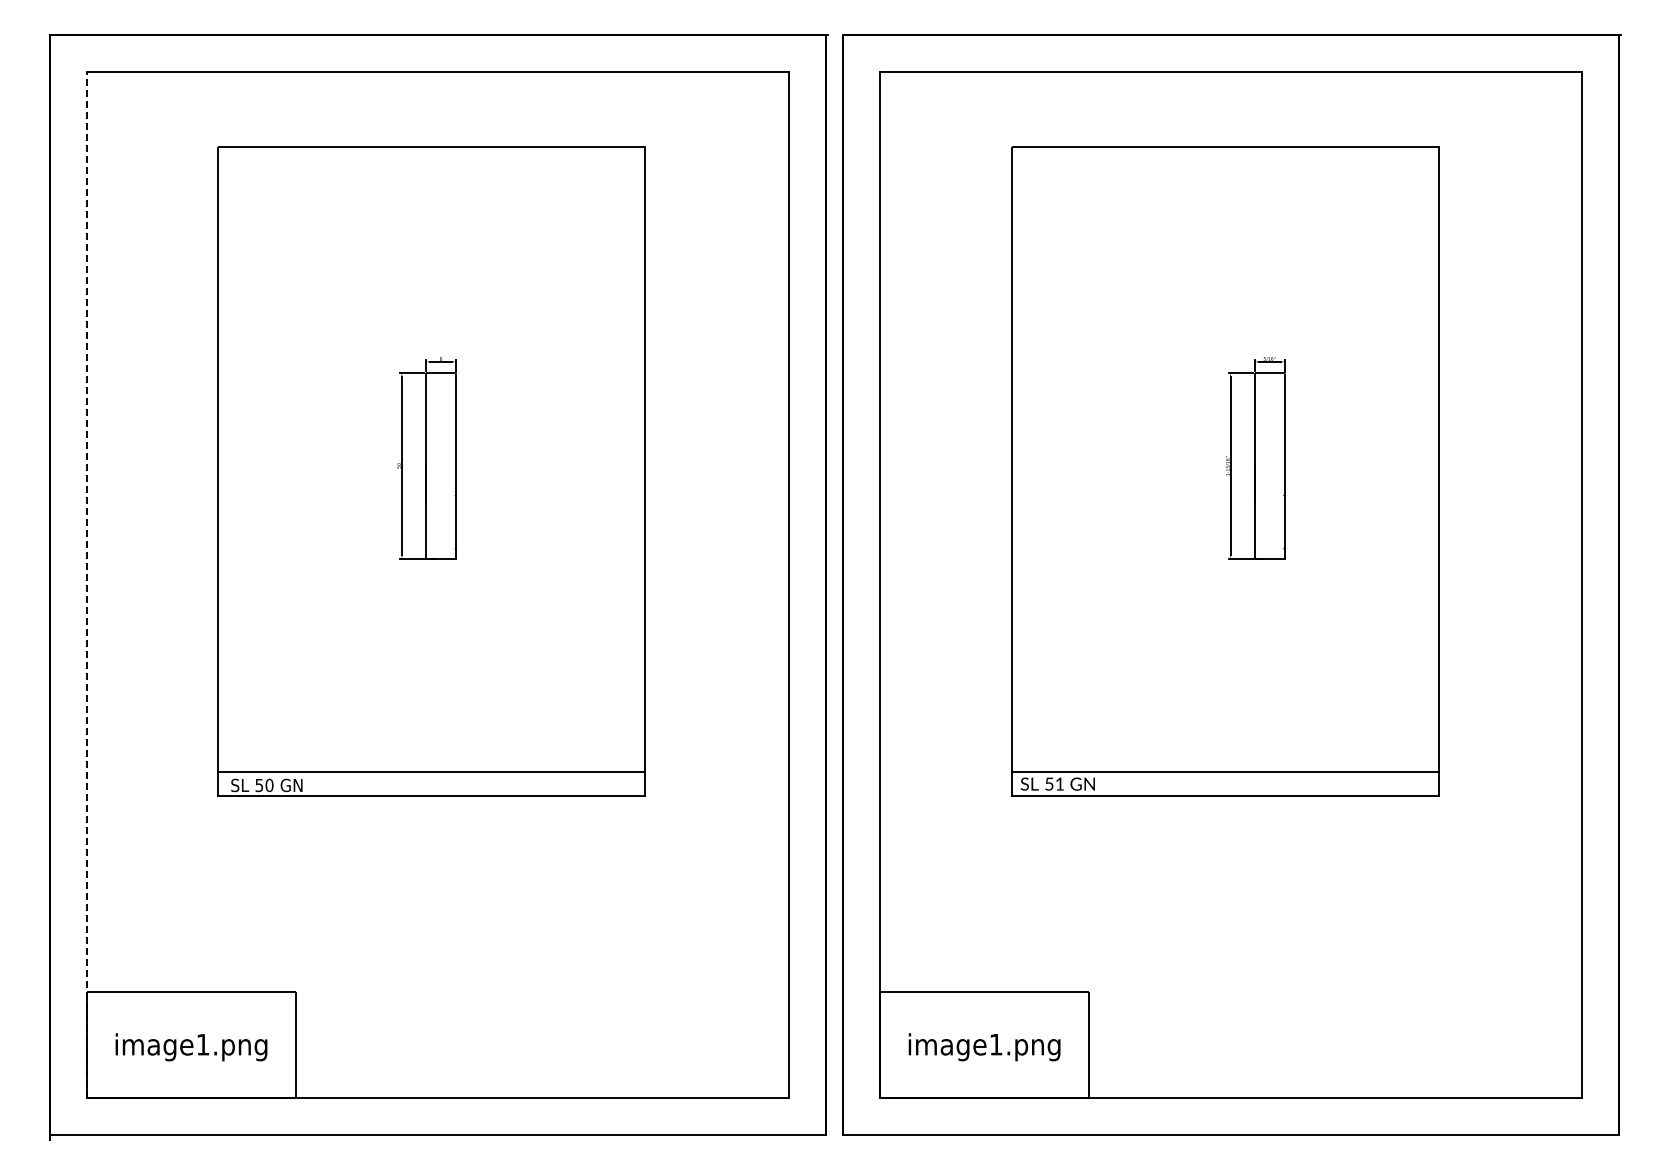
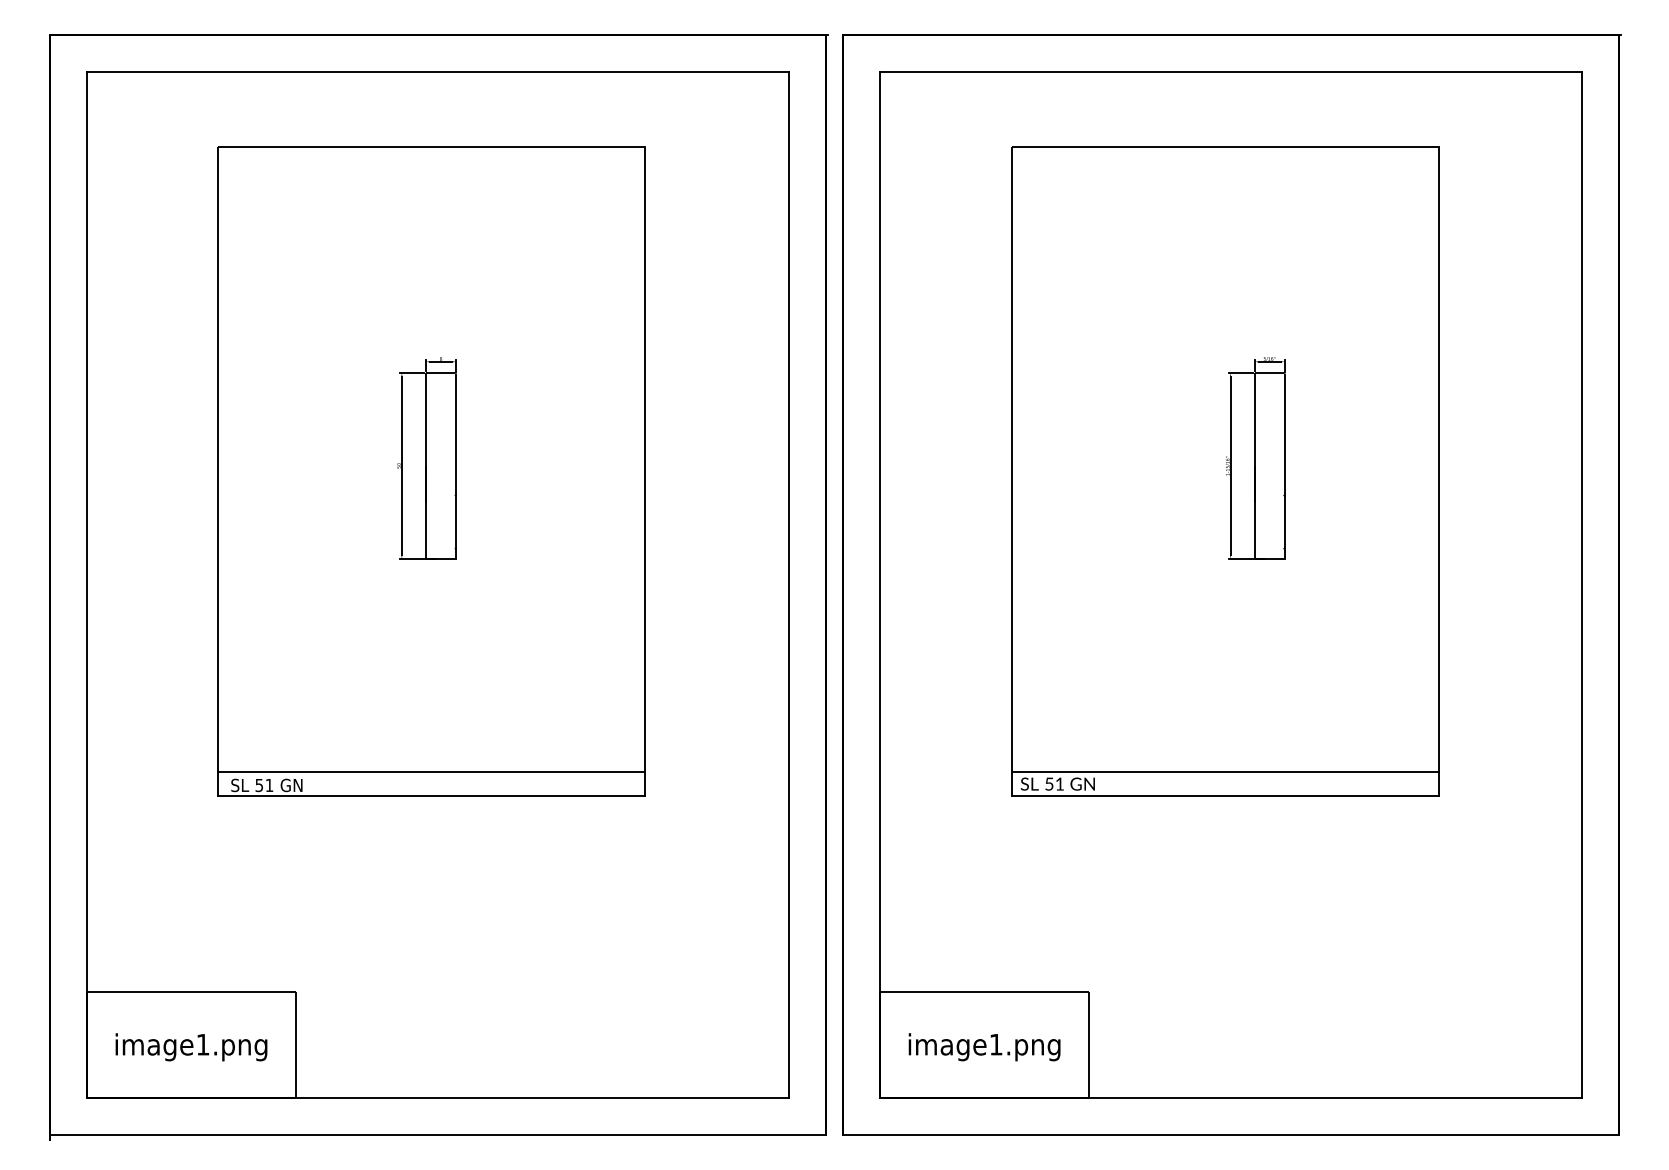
line at (87, 585): dashed -> solid
text at (269, 785): 50 -> 51
